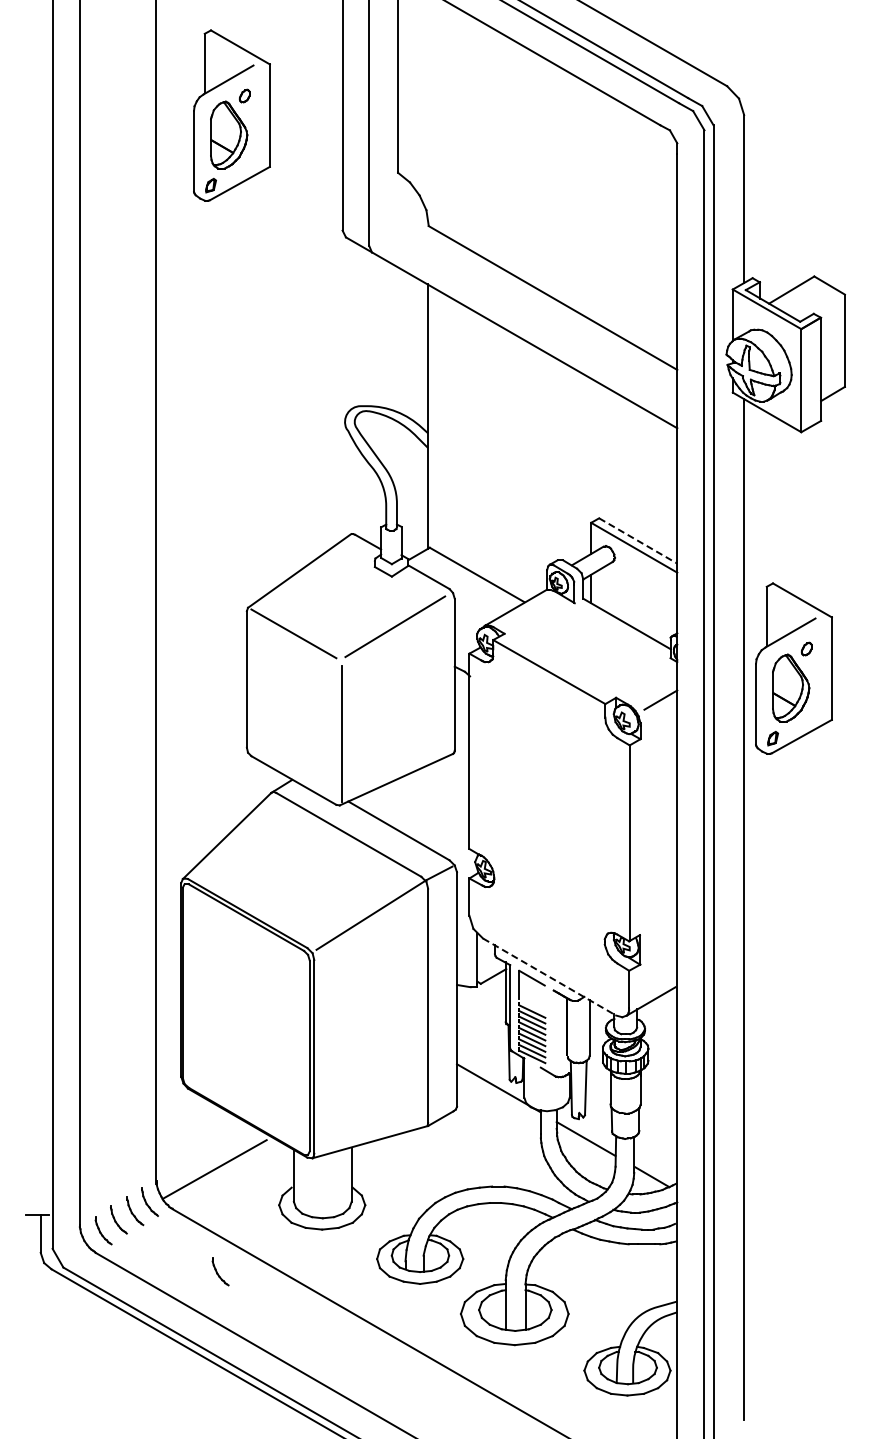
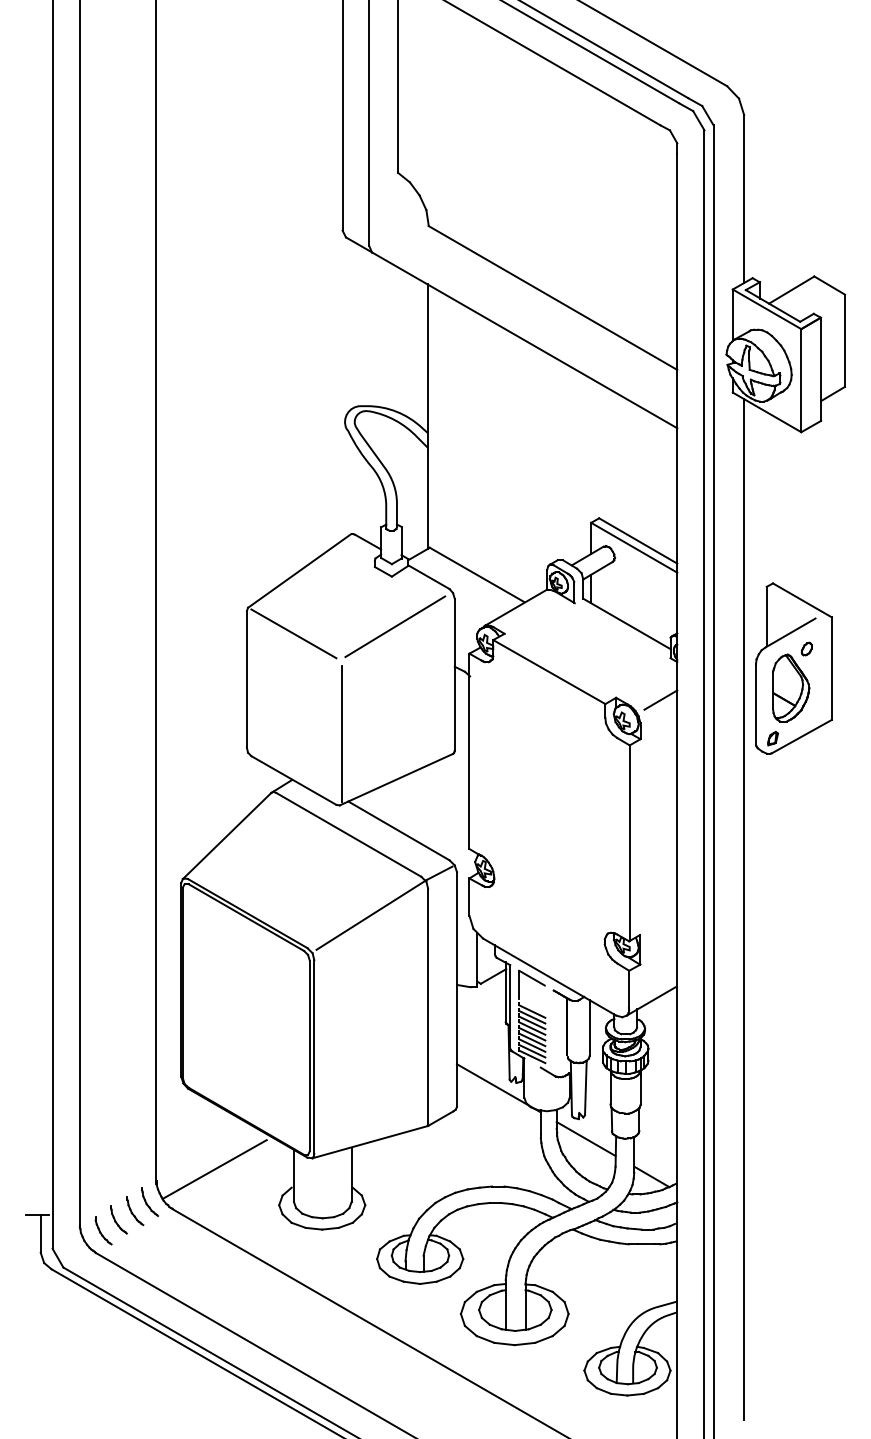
part at (231, 115): present -> none
line at (638, 541): dashed -> solid
line at (549, 977): dashed -> solid
part at (220, 1271): present -> none
